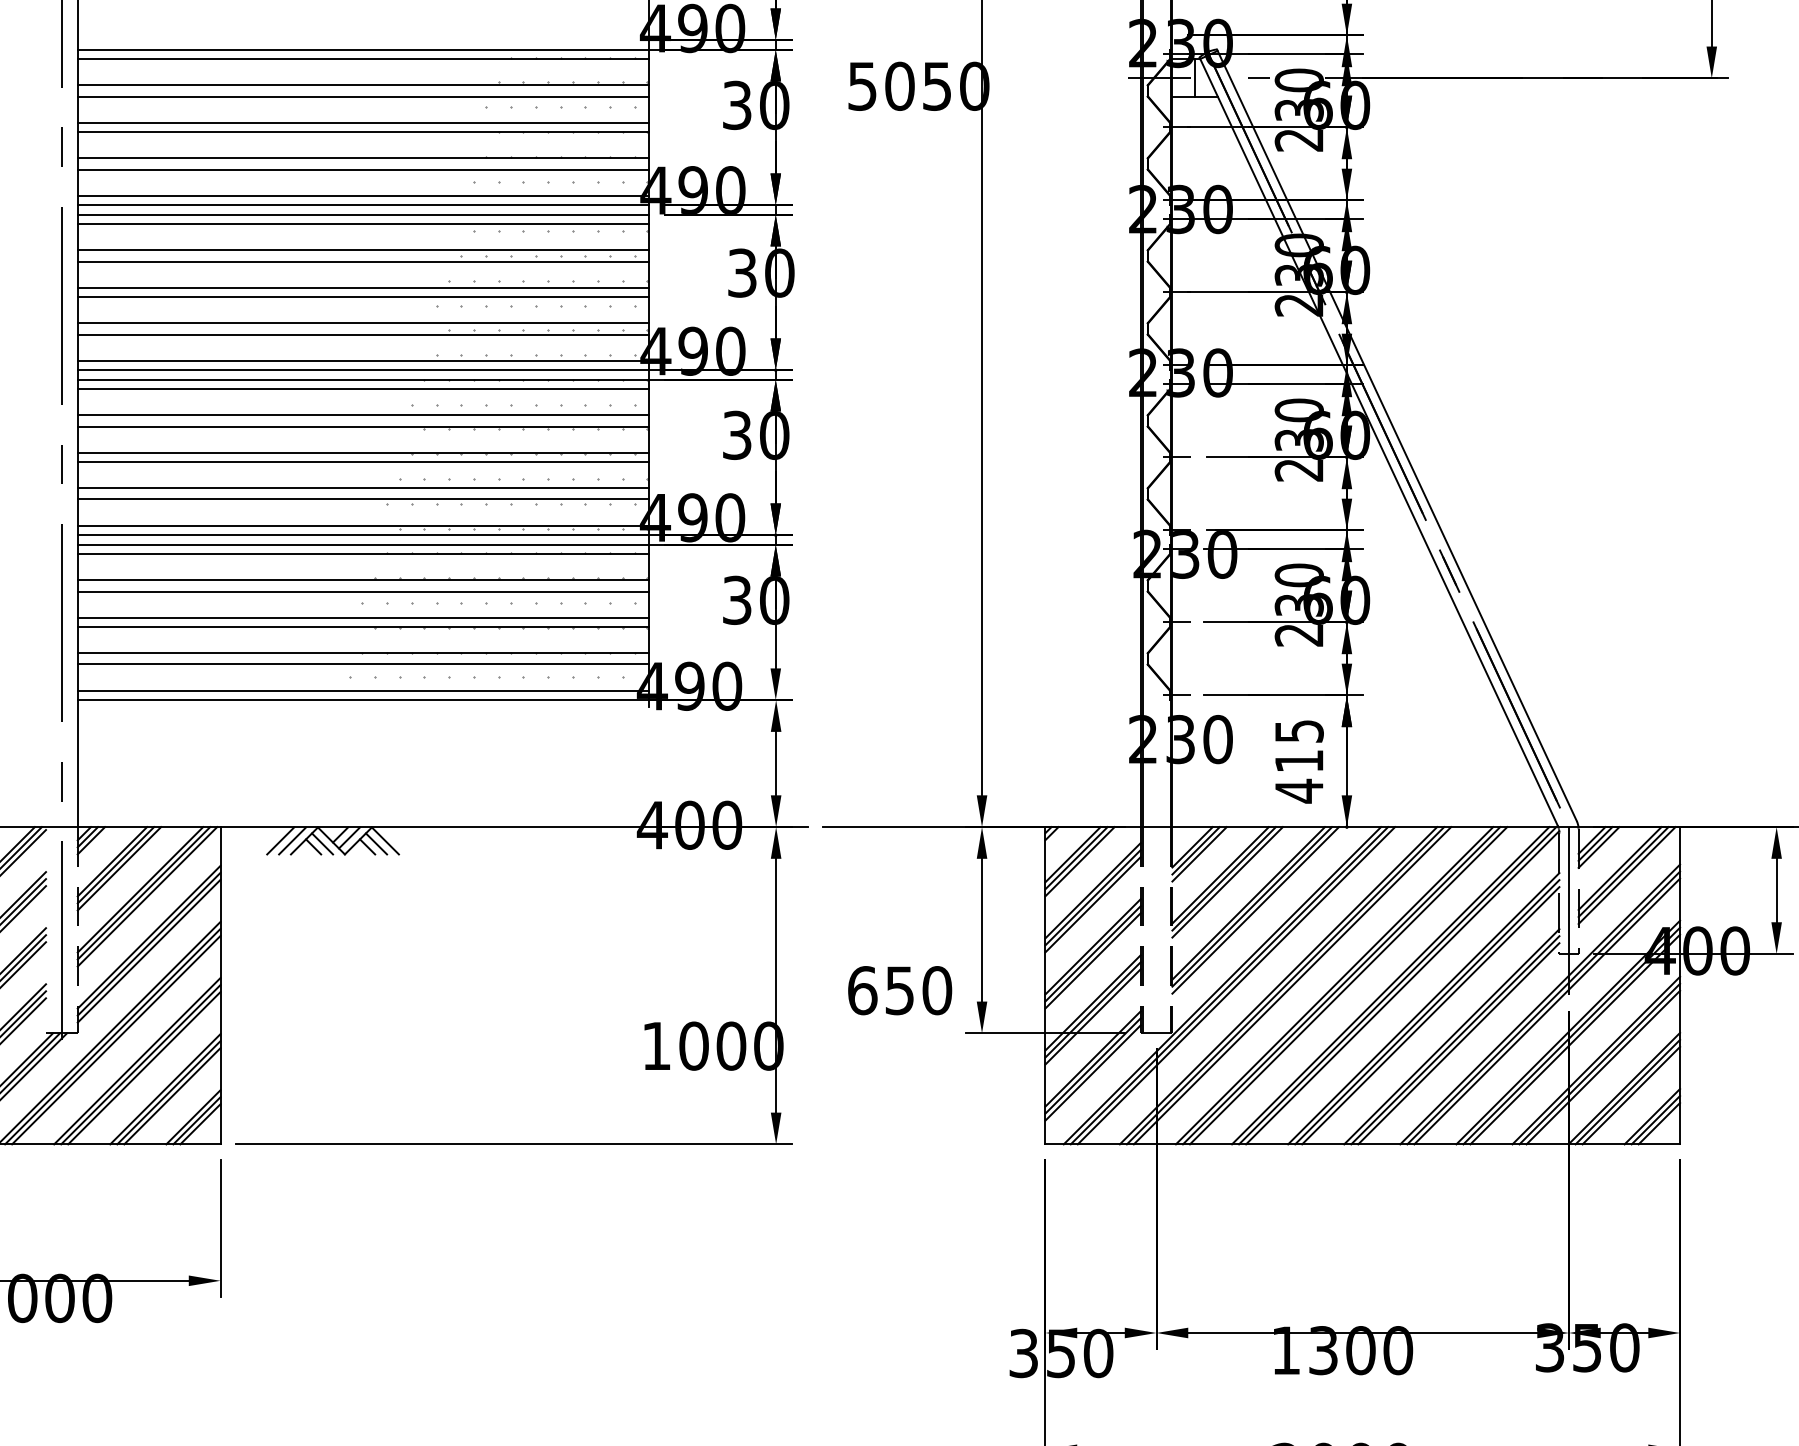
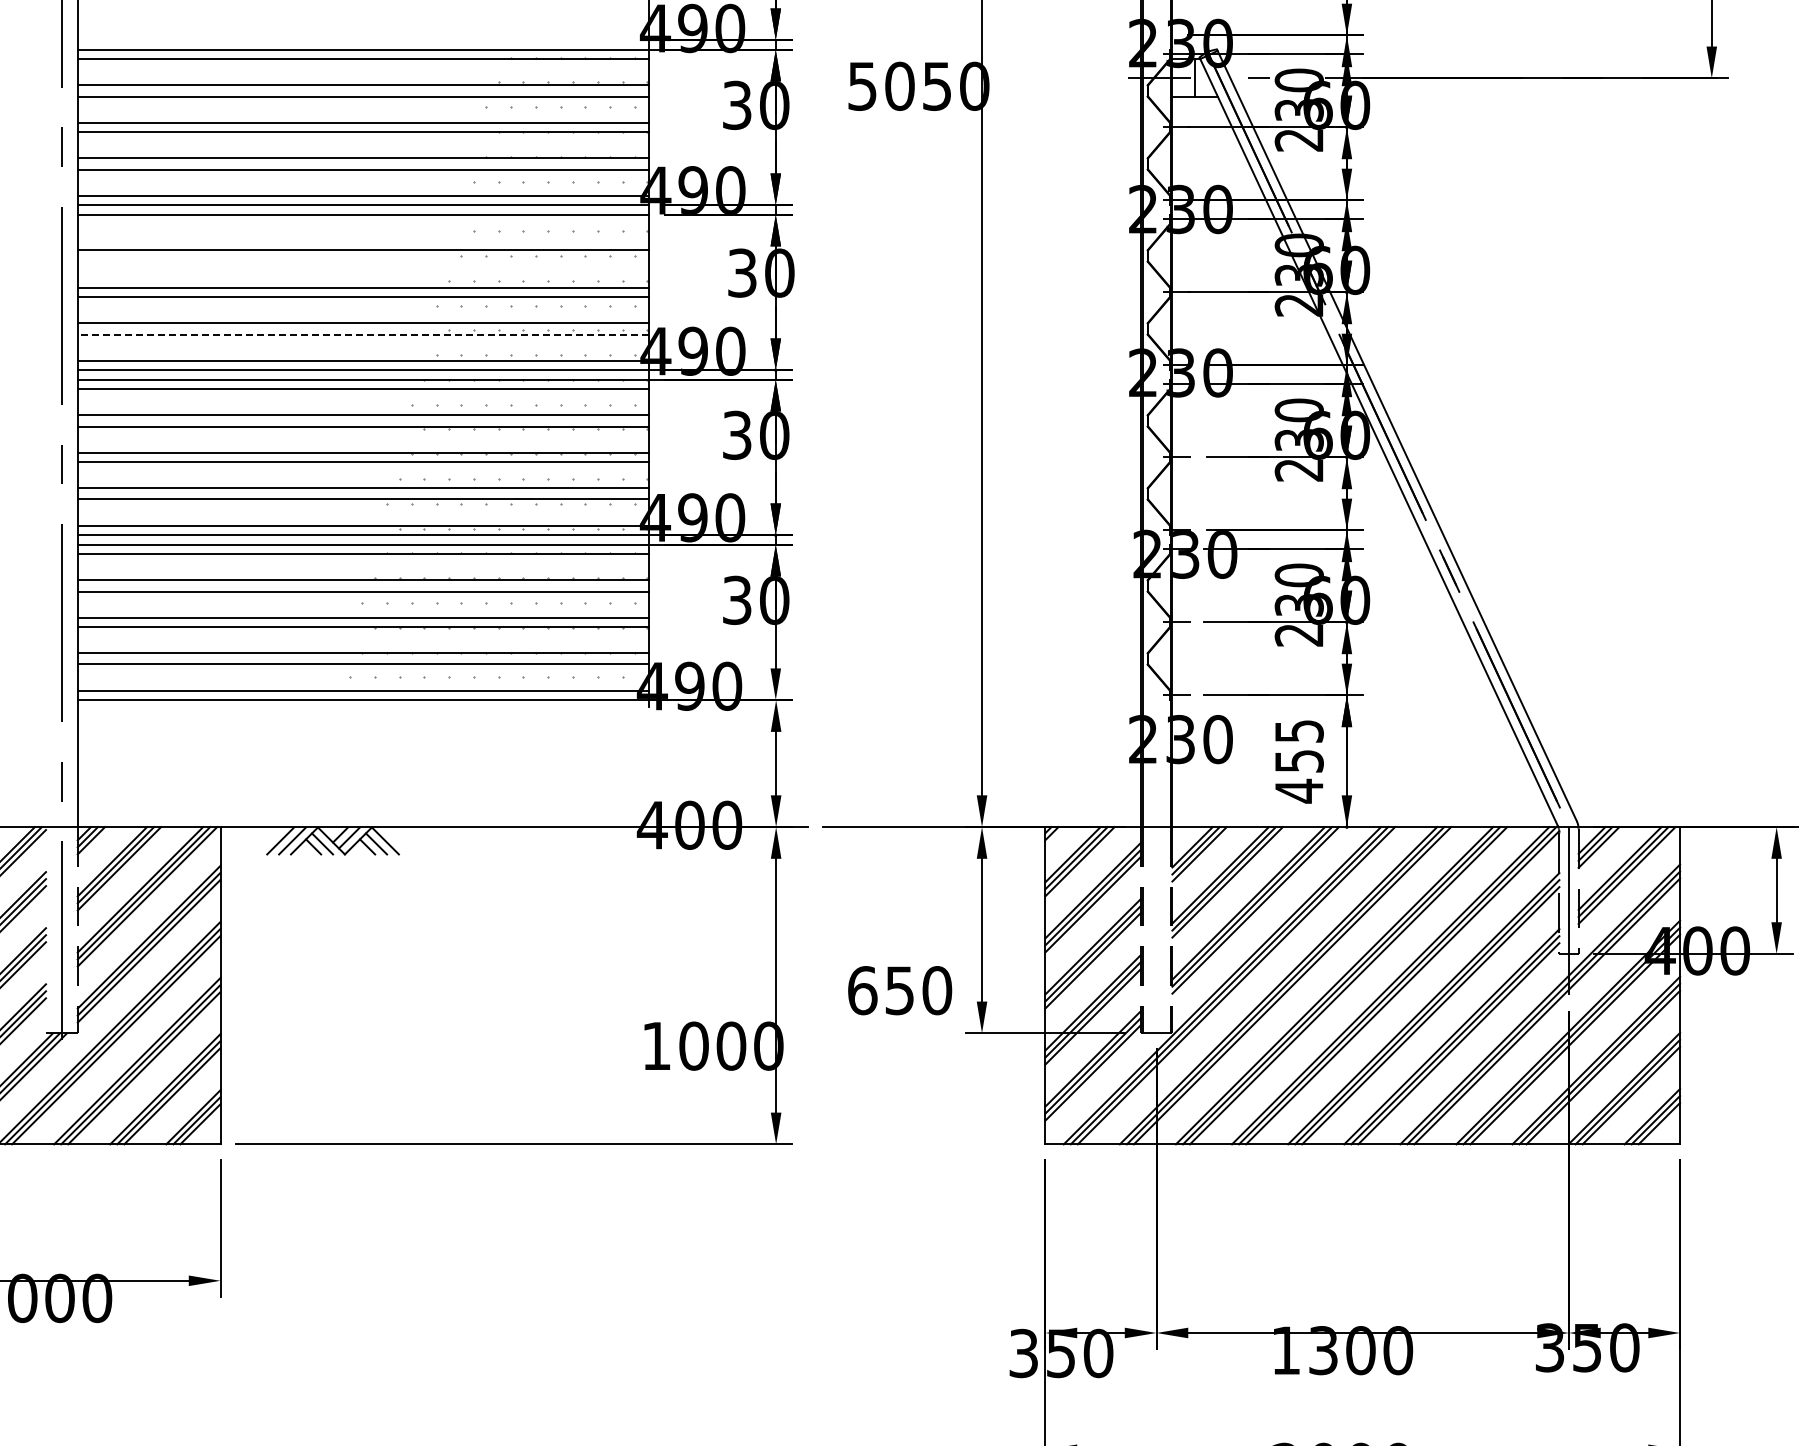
line at (362, 224): present -> none
line at (362, 261): present -> none
line at (363, 334): solid -> dashed
text at (1299, 761): 415 -> 455
